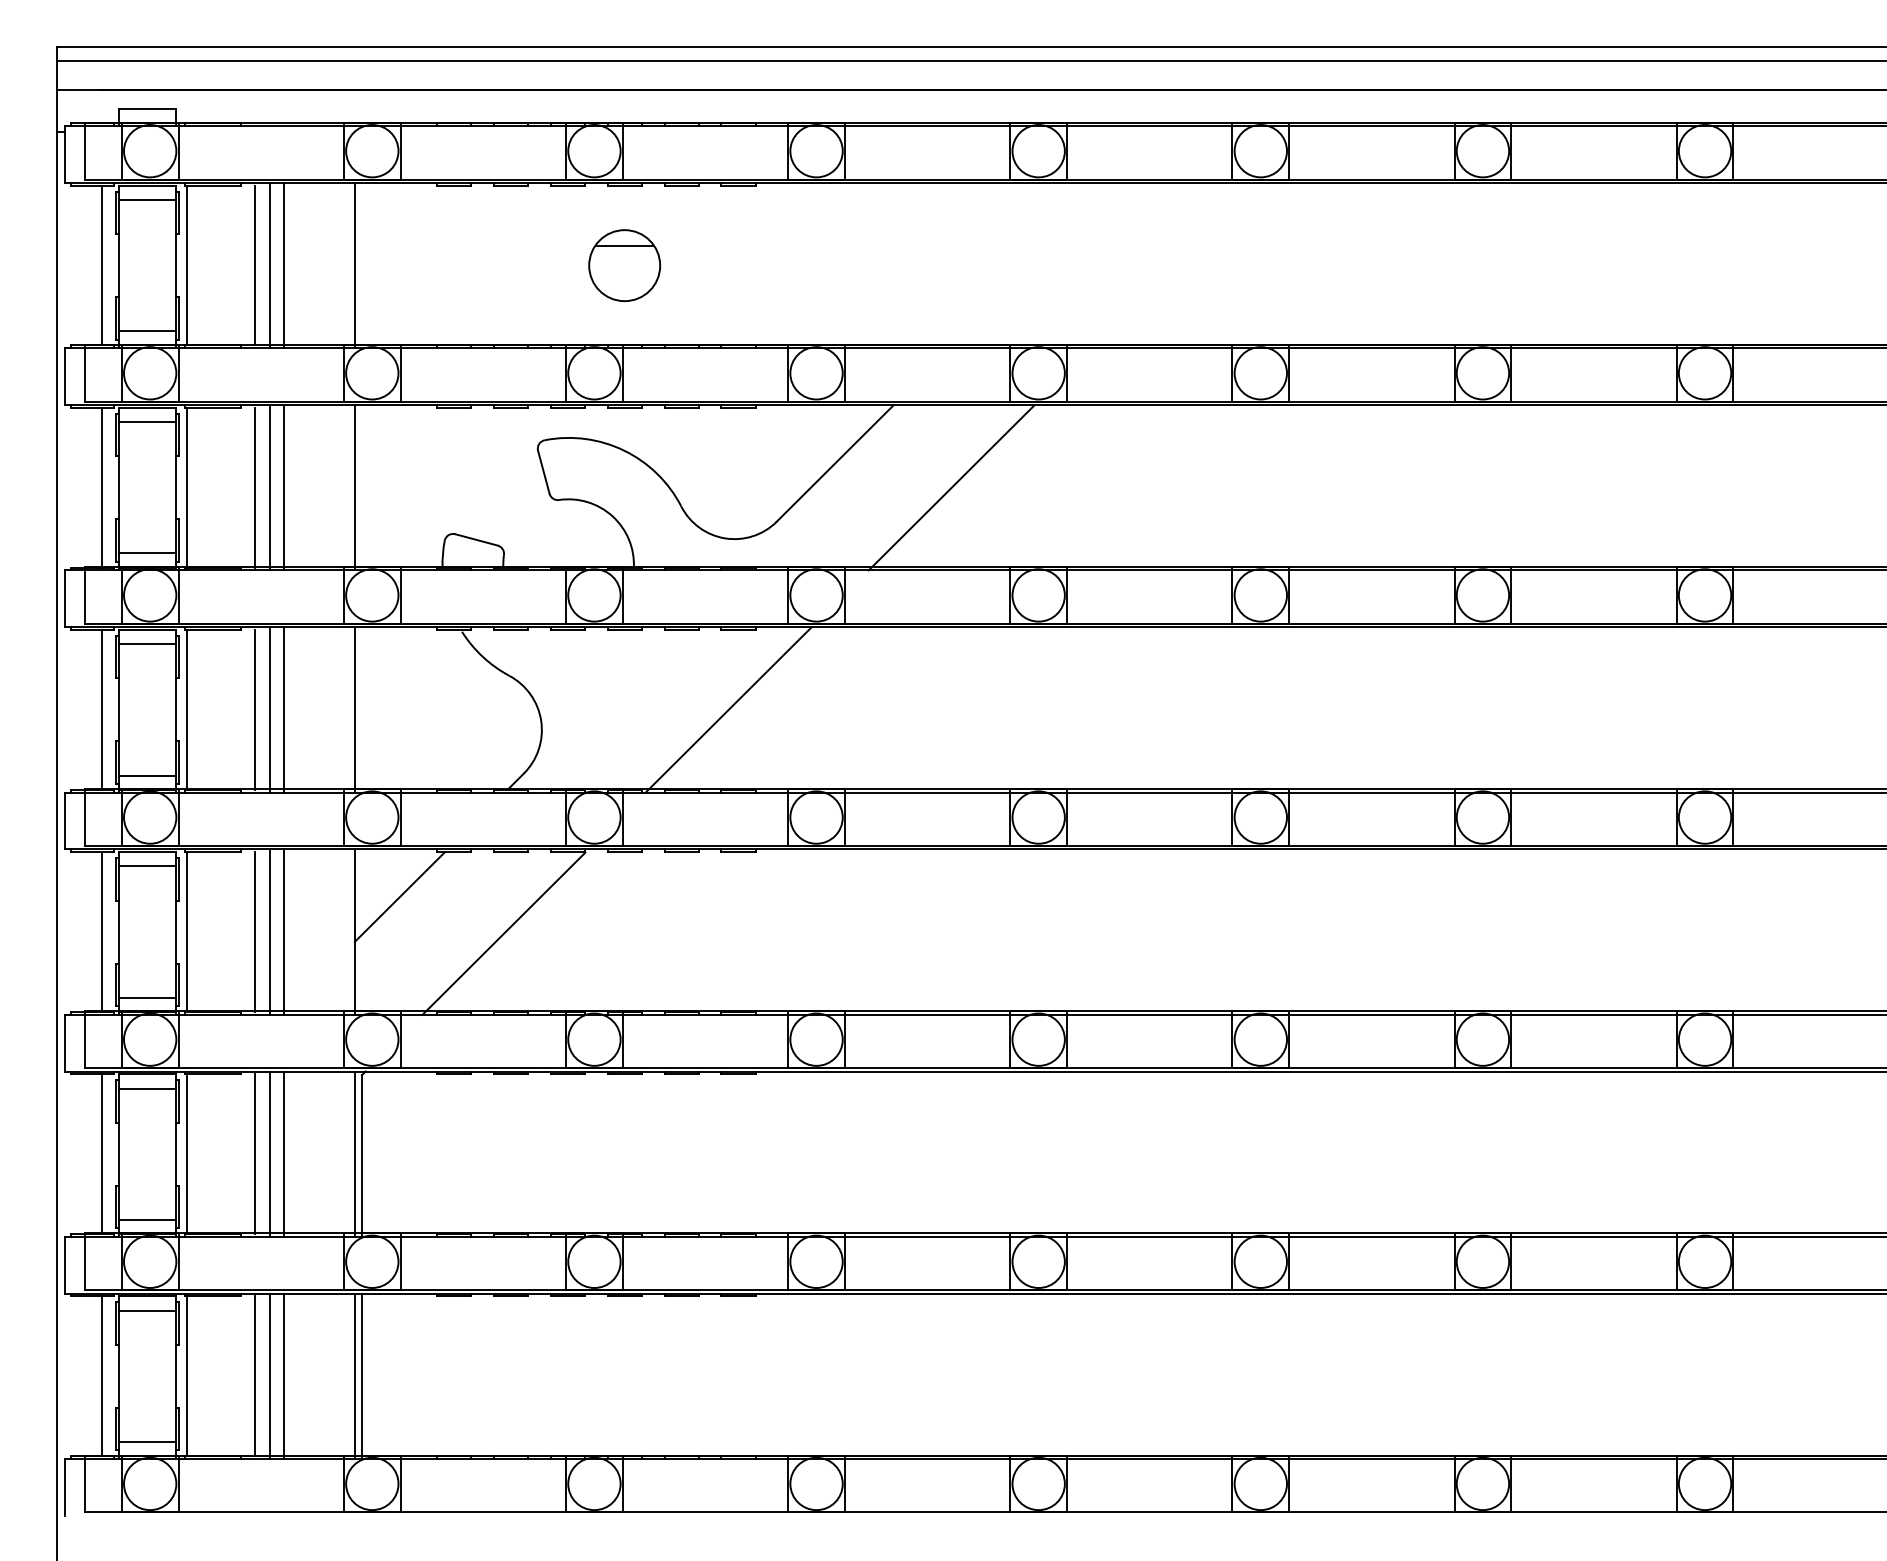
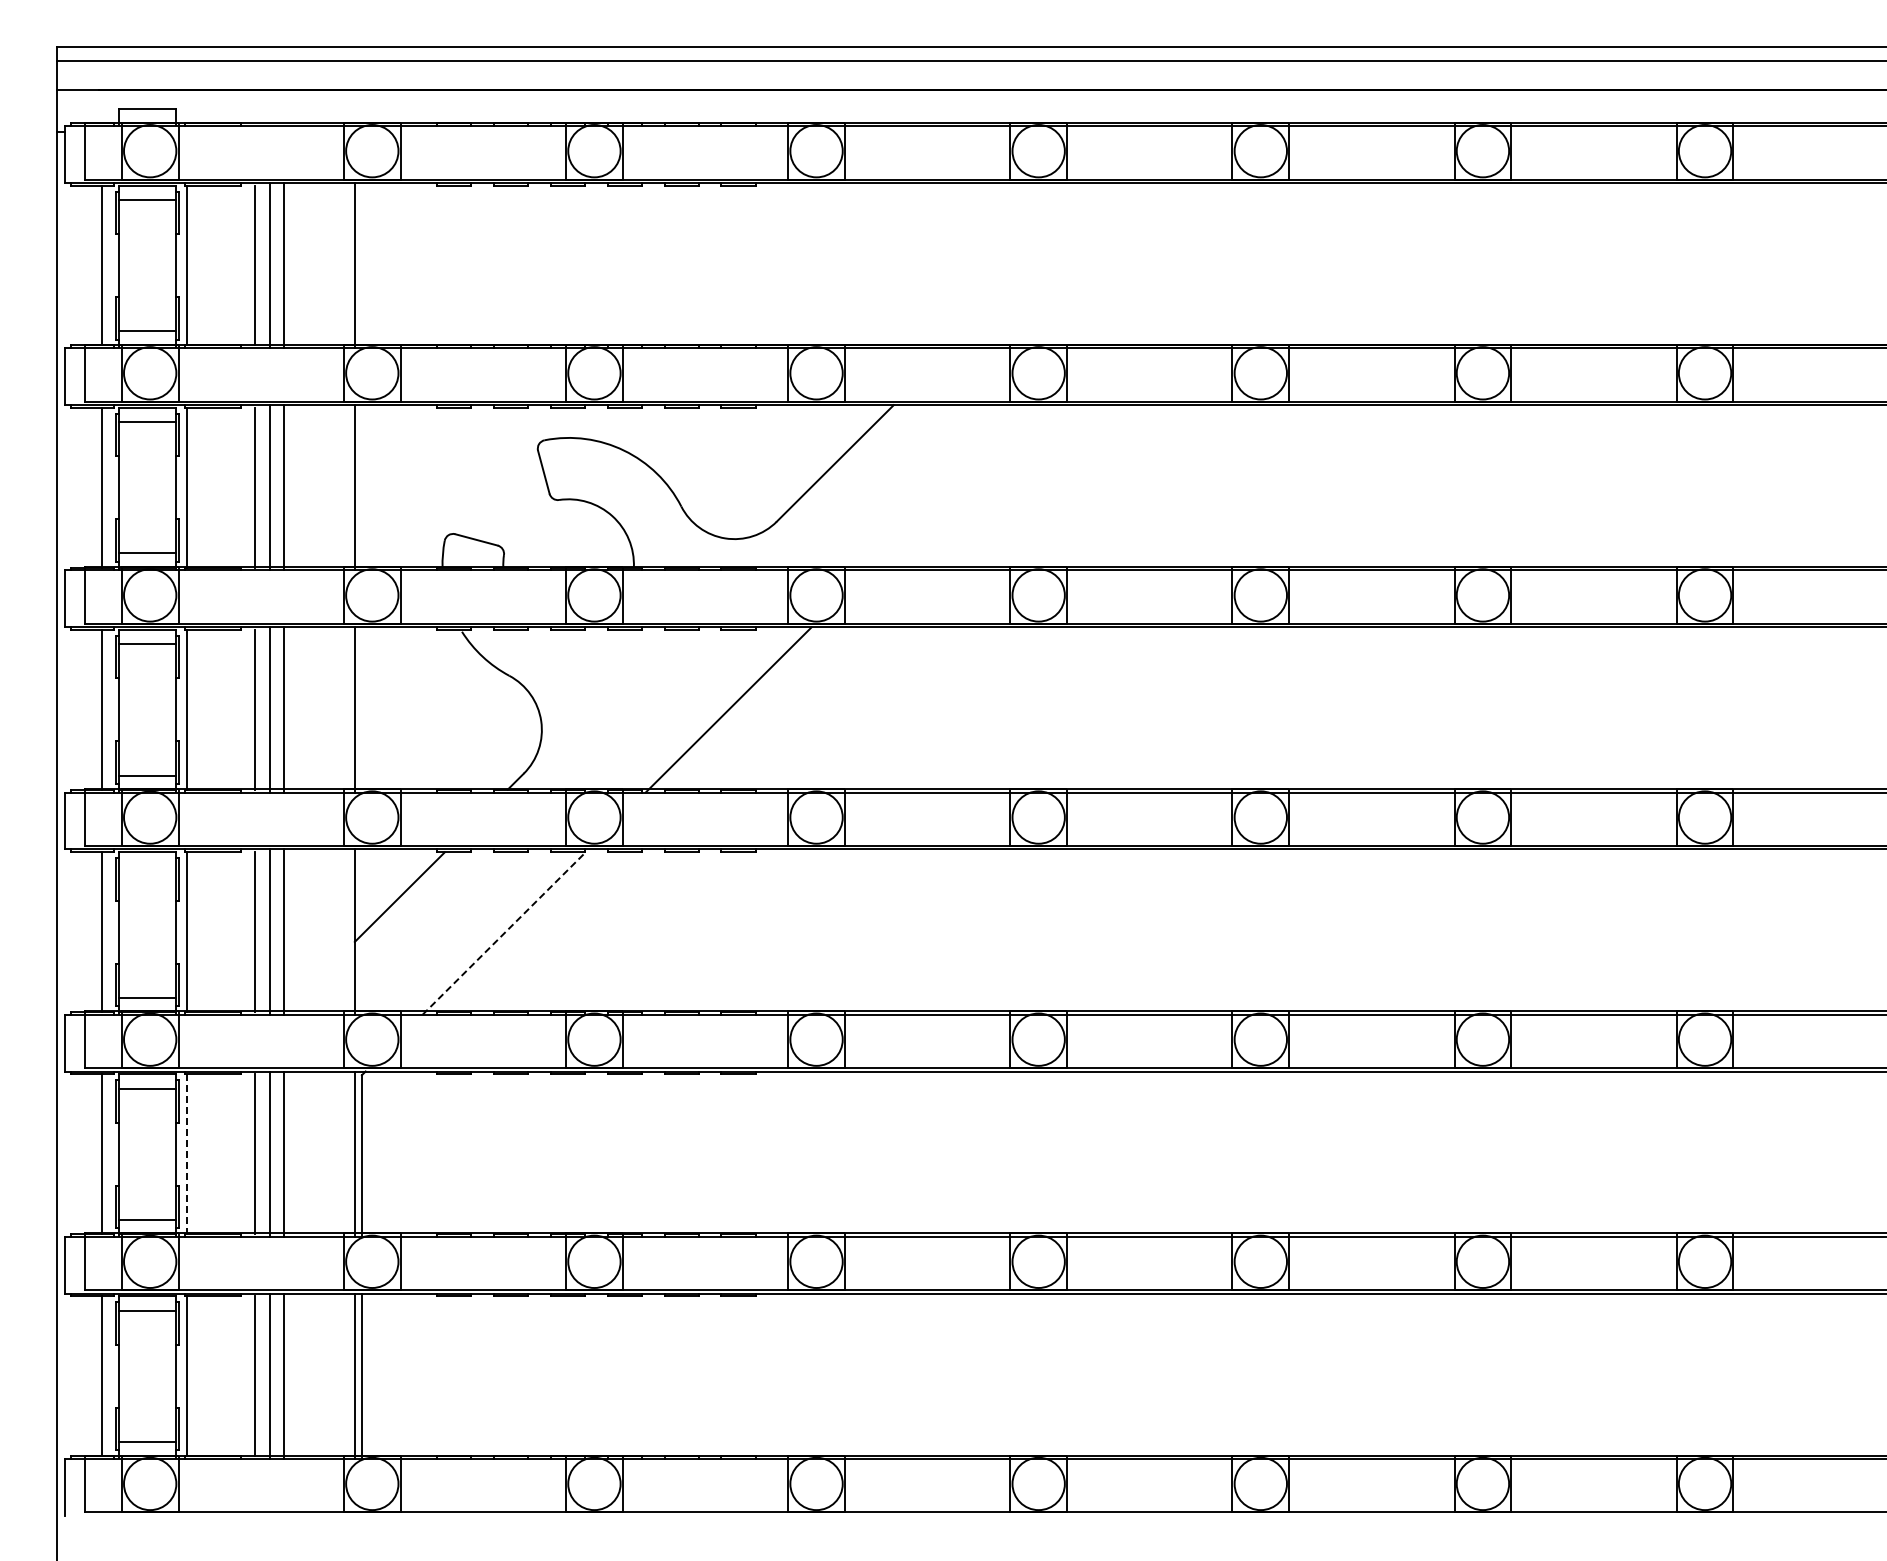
part at (624, 265): present -> none
line at (951, 487): present -> none
line at (147, 866): present -> none
line at (504, 933): solid -> dashed
line at (187, 1154): solid -> dashed
